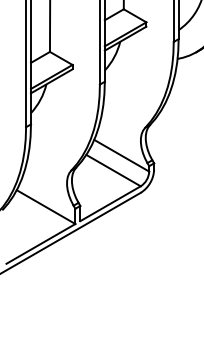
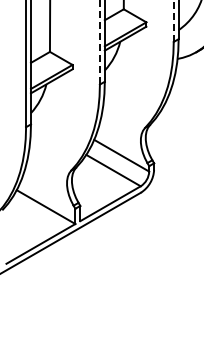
line at (173, 21): solid -> dashed
line at (99, 42): solid -> dashed
